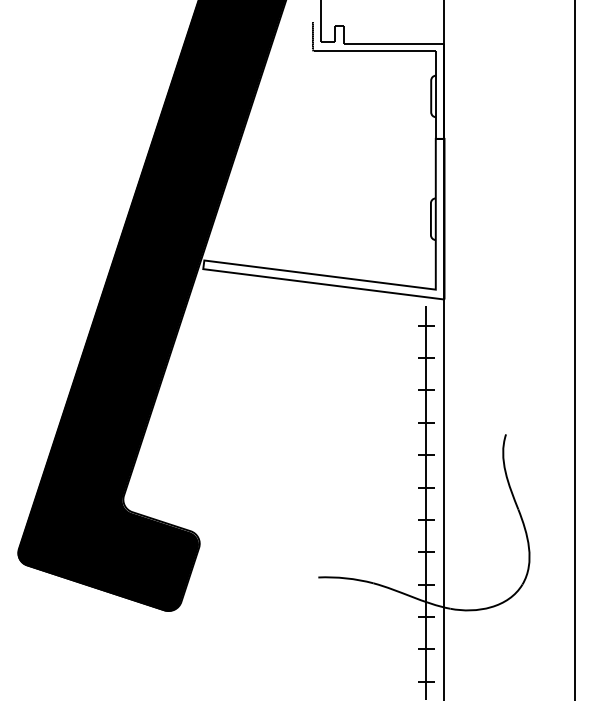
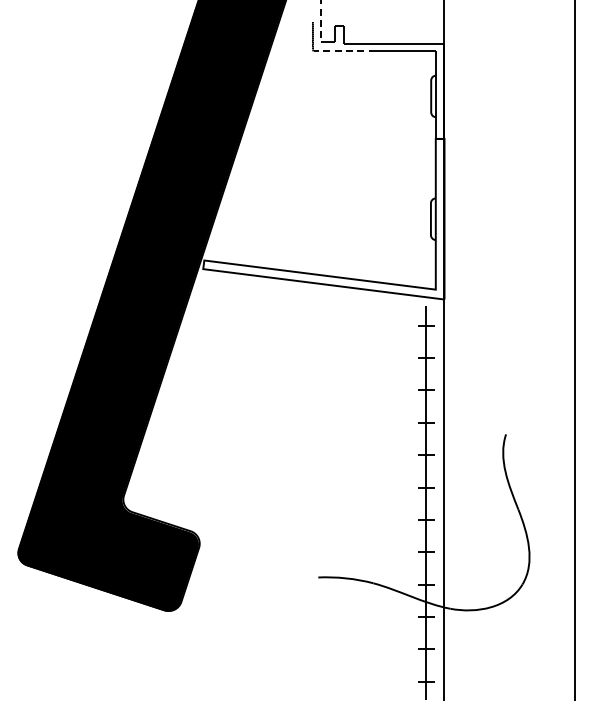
line at (321, 21): solid -> dashed
line at (344, 51): solid -> dashed
